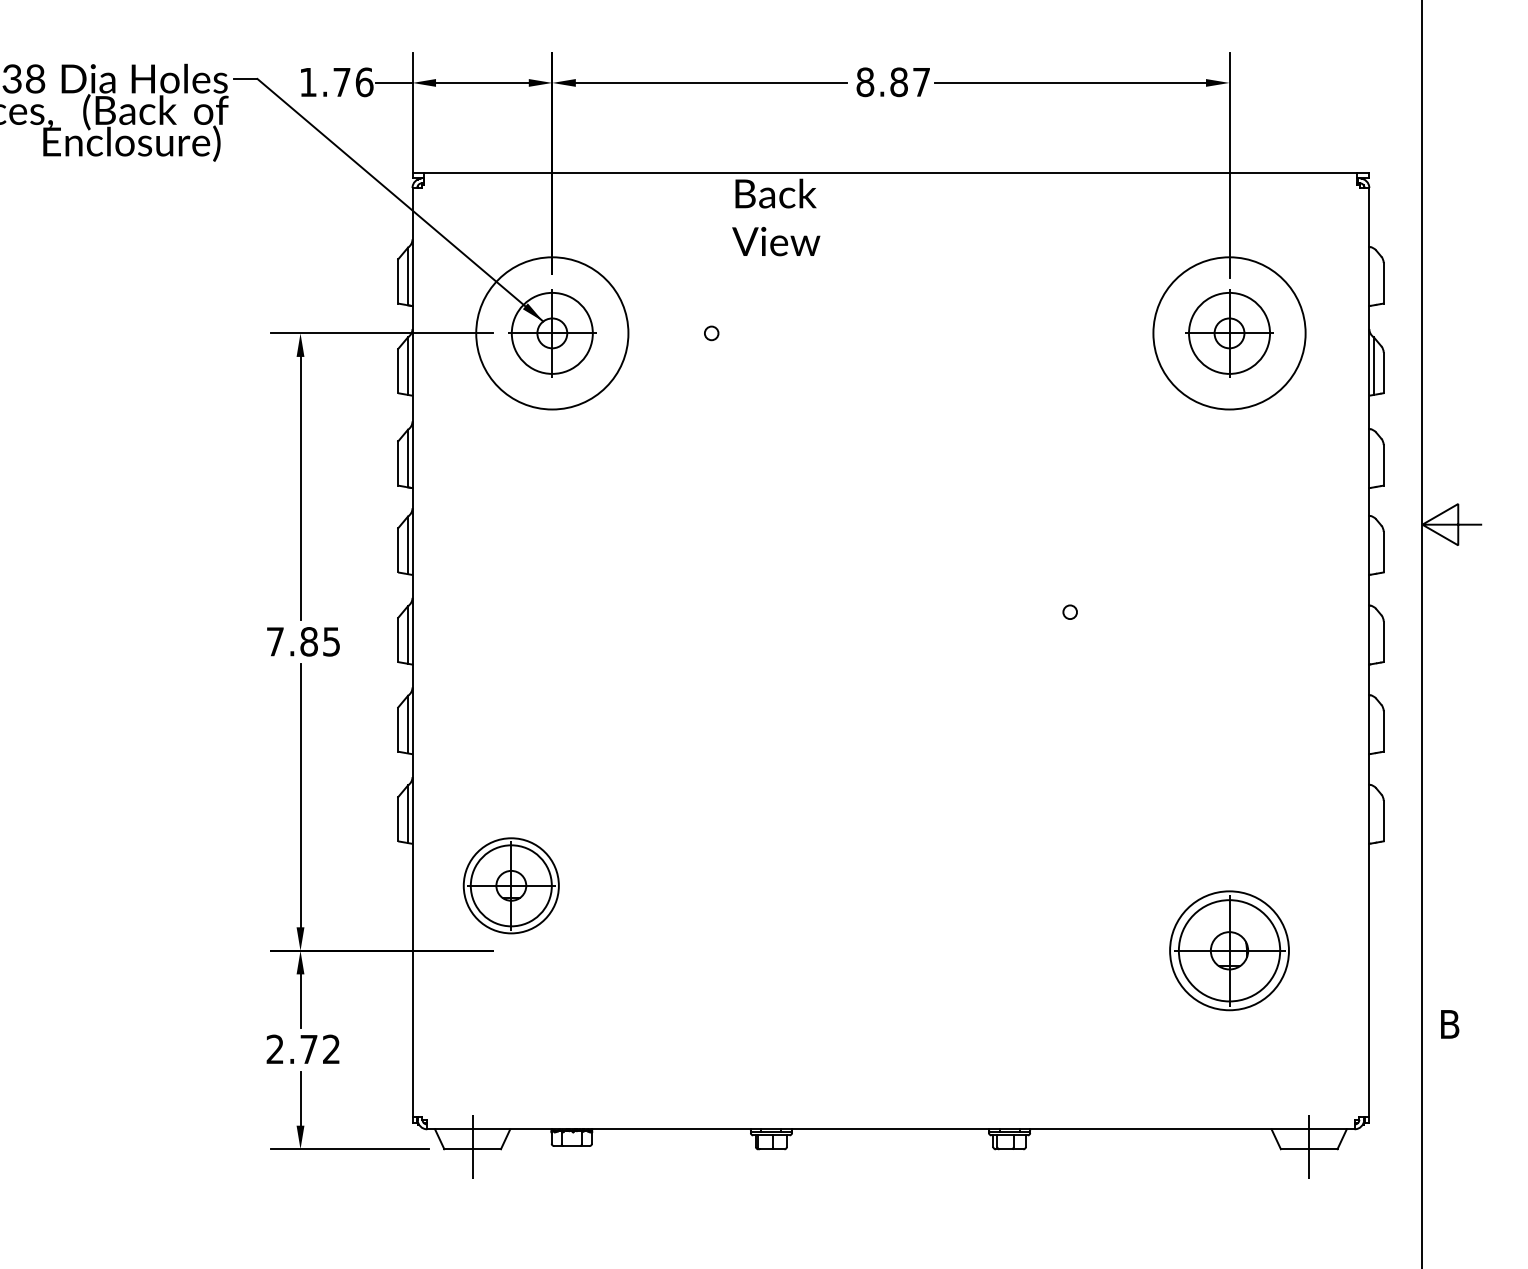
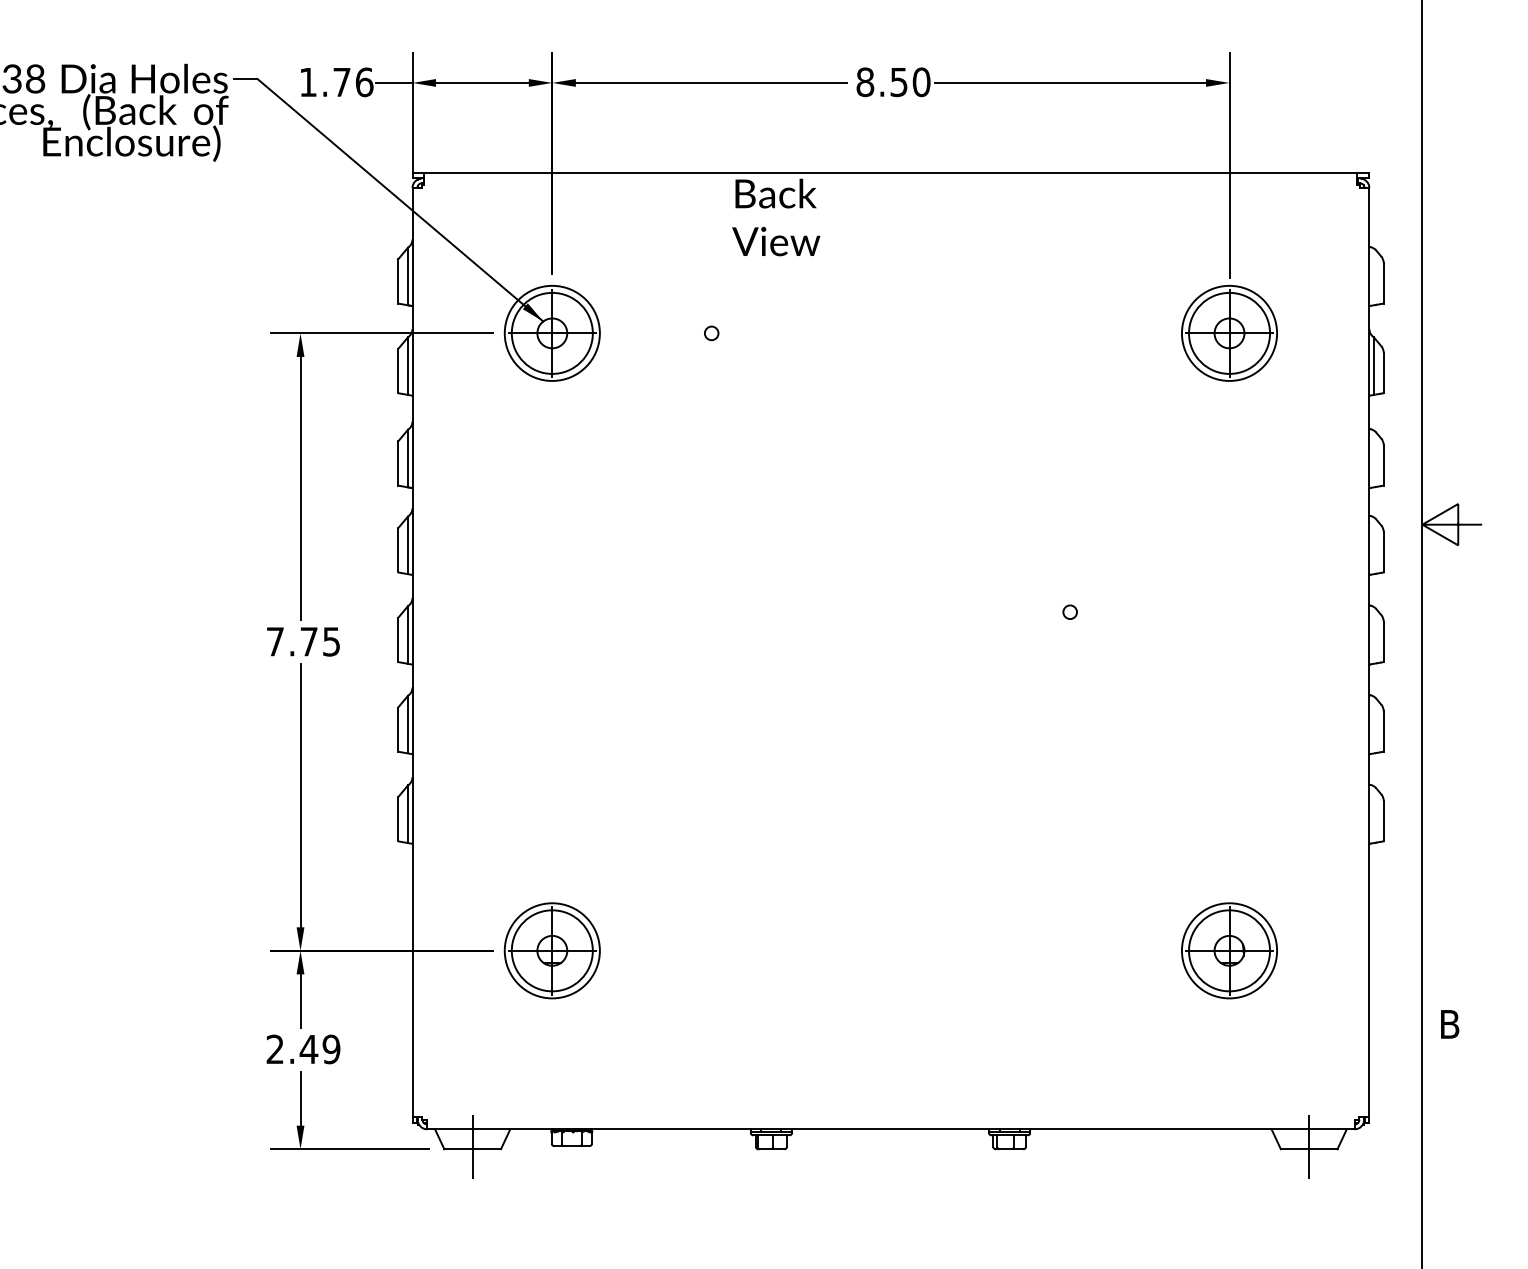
text at (910, 82): 8.87 -> 8.50
circle at (552, 333) diameter: 152 px -> 95 px
circle at (1229, 333) diameter: 152 px -> 95 px
text at (308, 641): 7.85 -> 7.75
part at (510, 885) position: (510, 885) -> (551, 950)
part at (1229, 950) size: 121x122 px -> 97x98 px
text at (319, 1049): 2.72 -> 2.49
